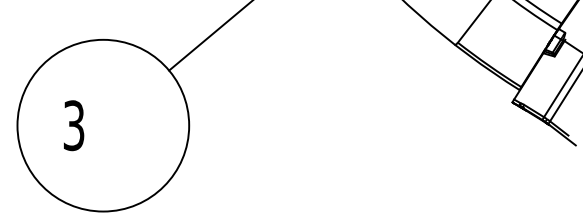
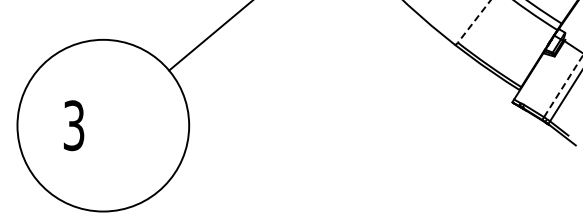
line at (474, 21): solid -> dashed
line at (563, 85): solid -> dashed
